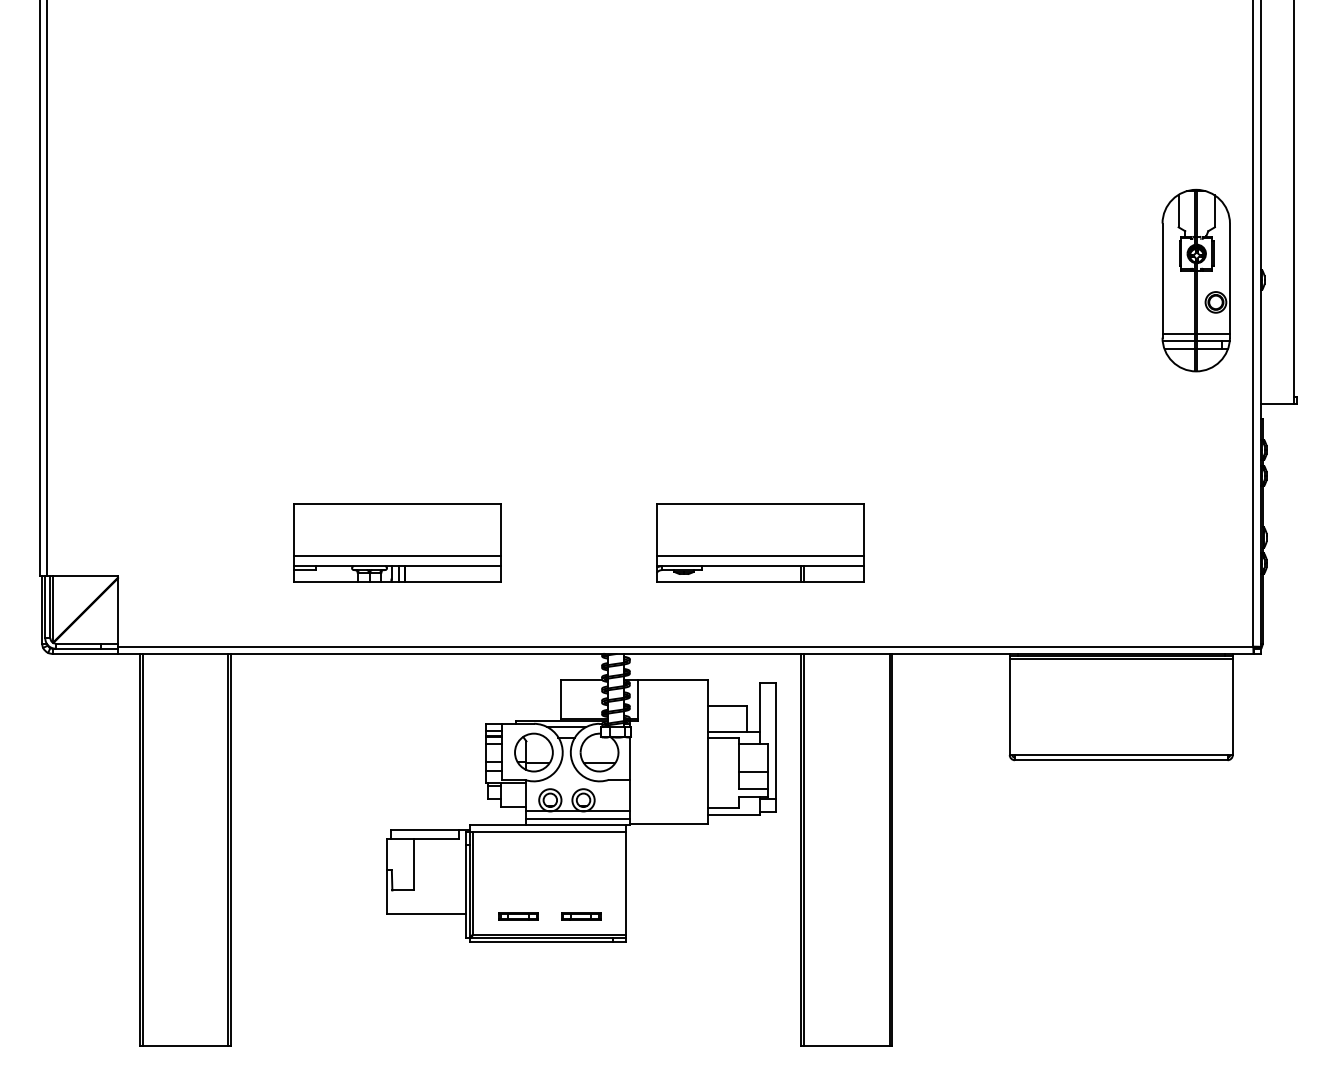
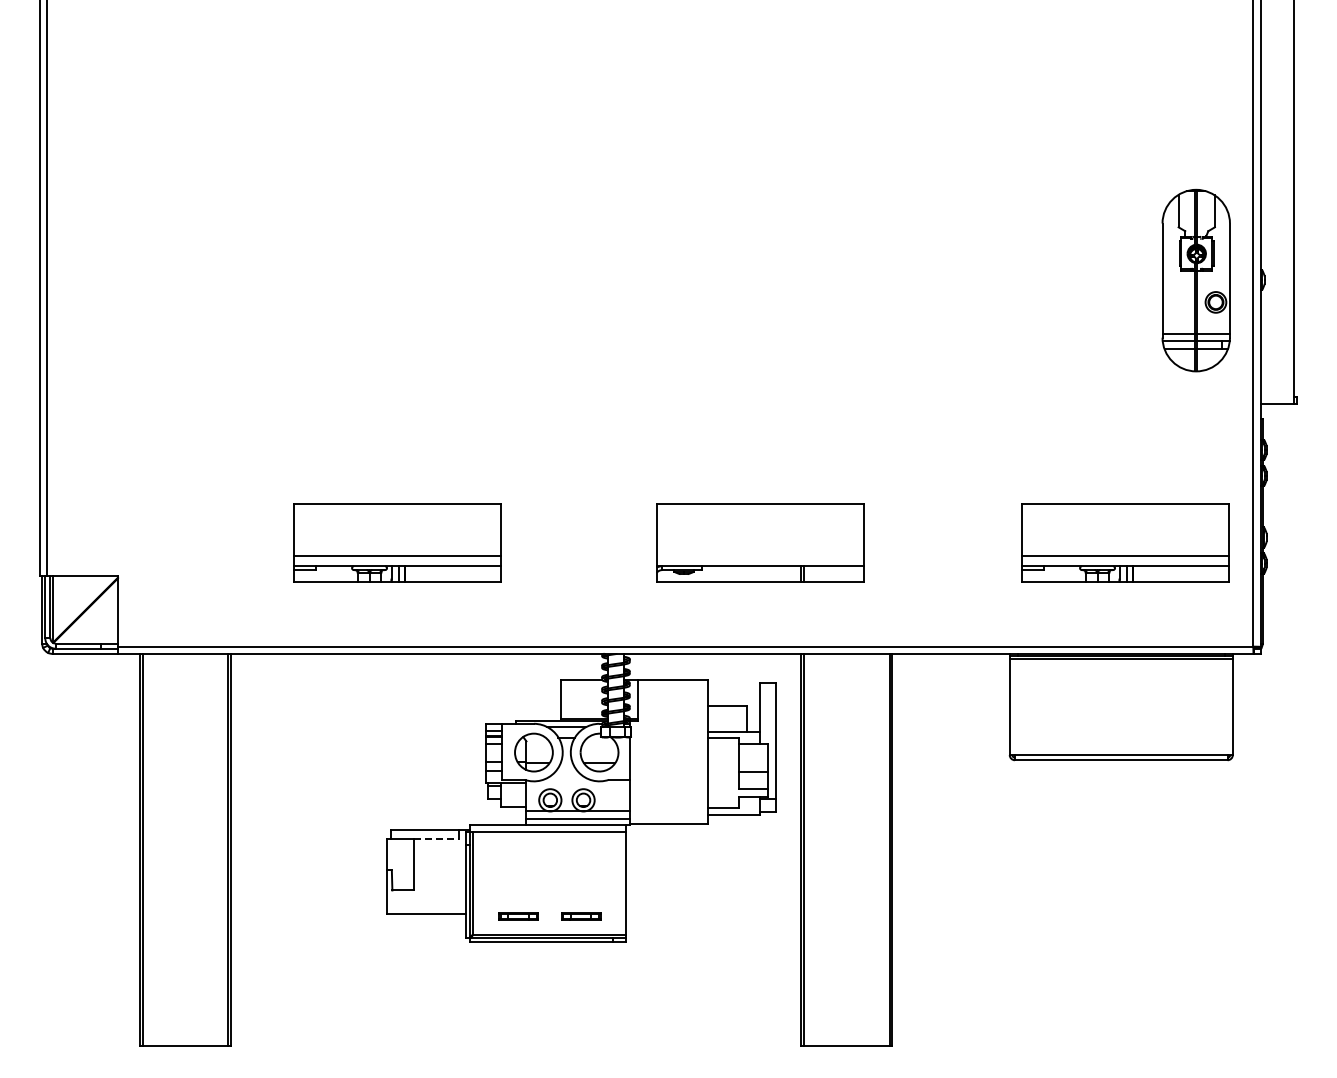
part at (1125, 542): none -> present
line at (760, 555): present -> none
line at (437, 838): solid -> dashed
